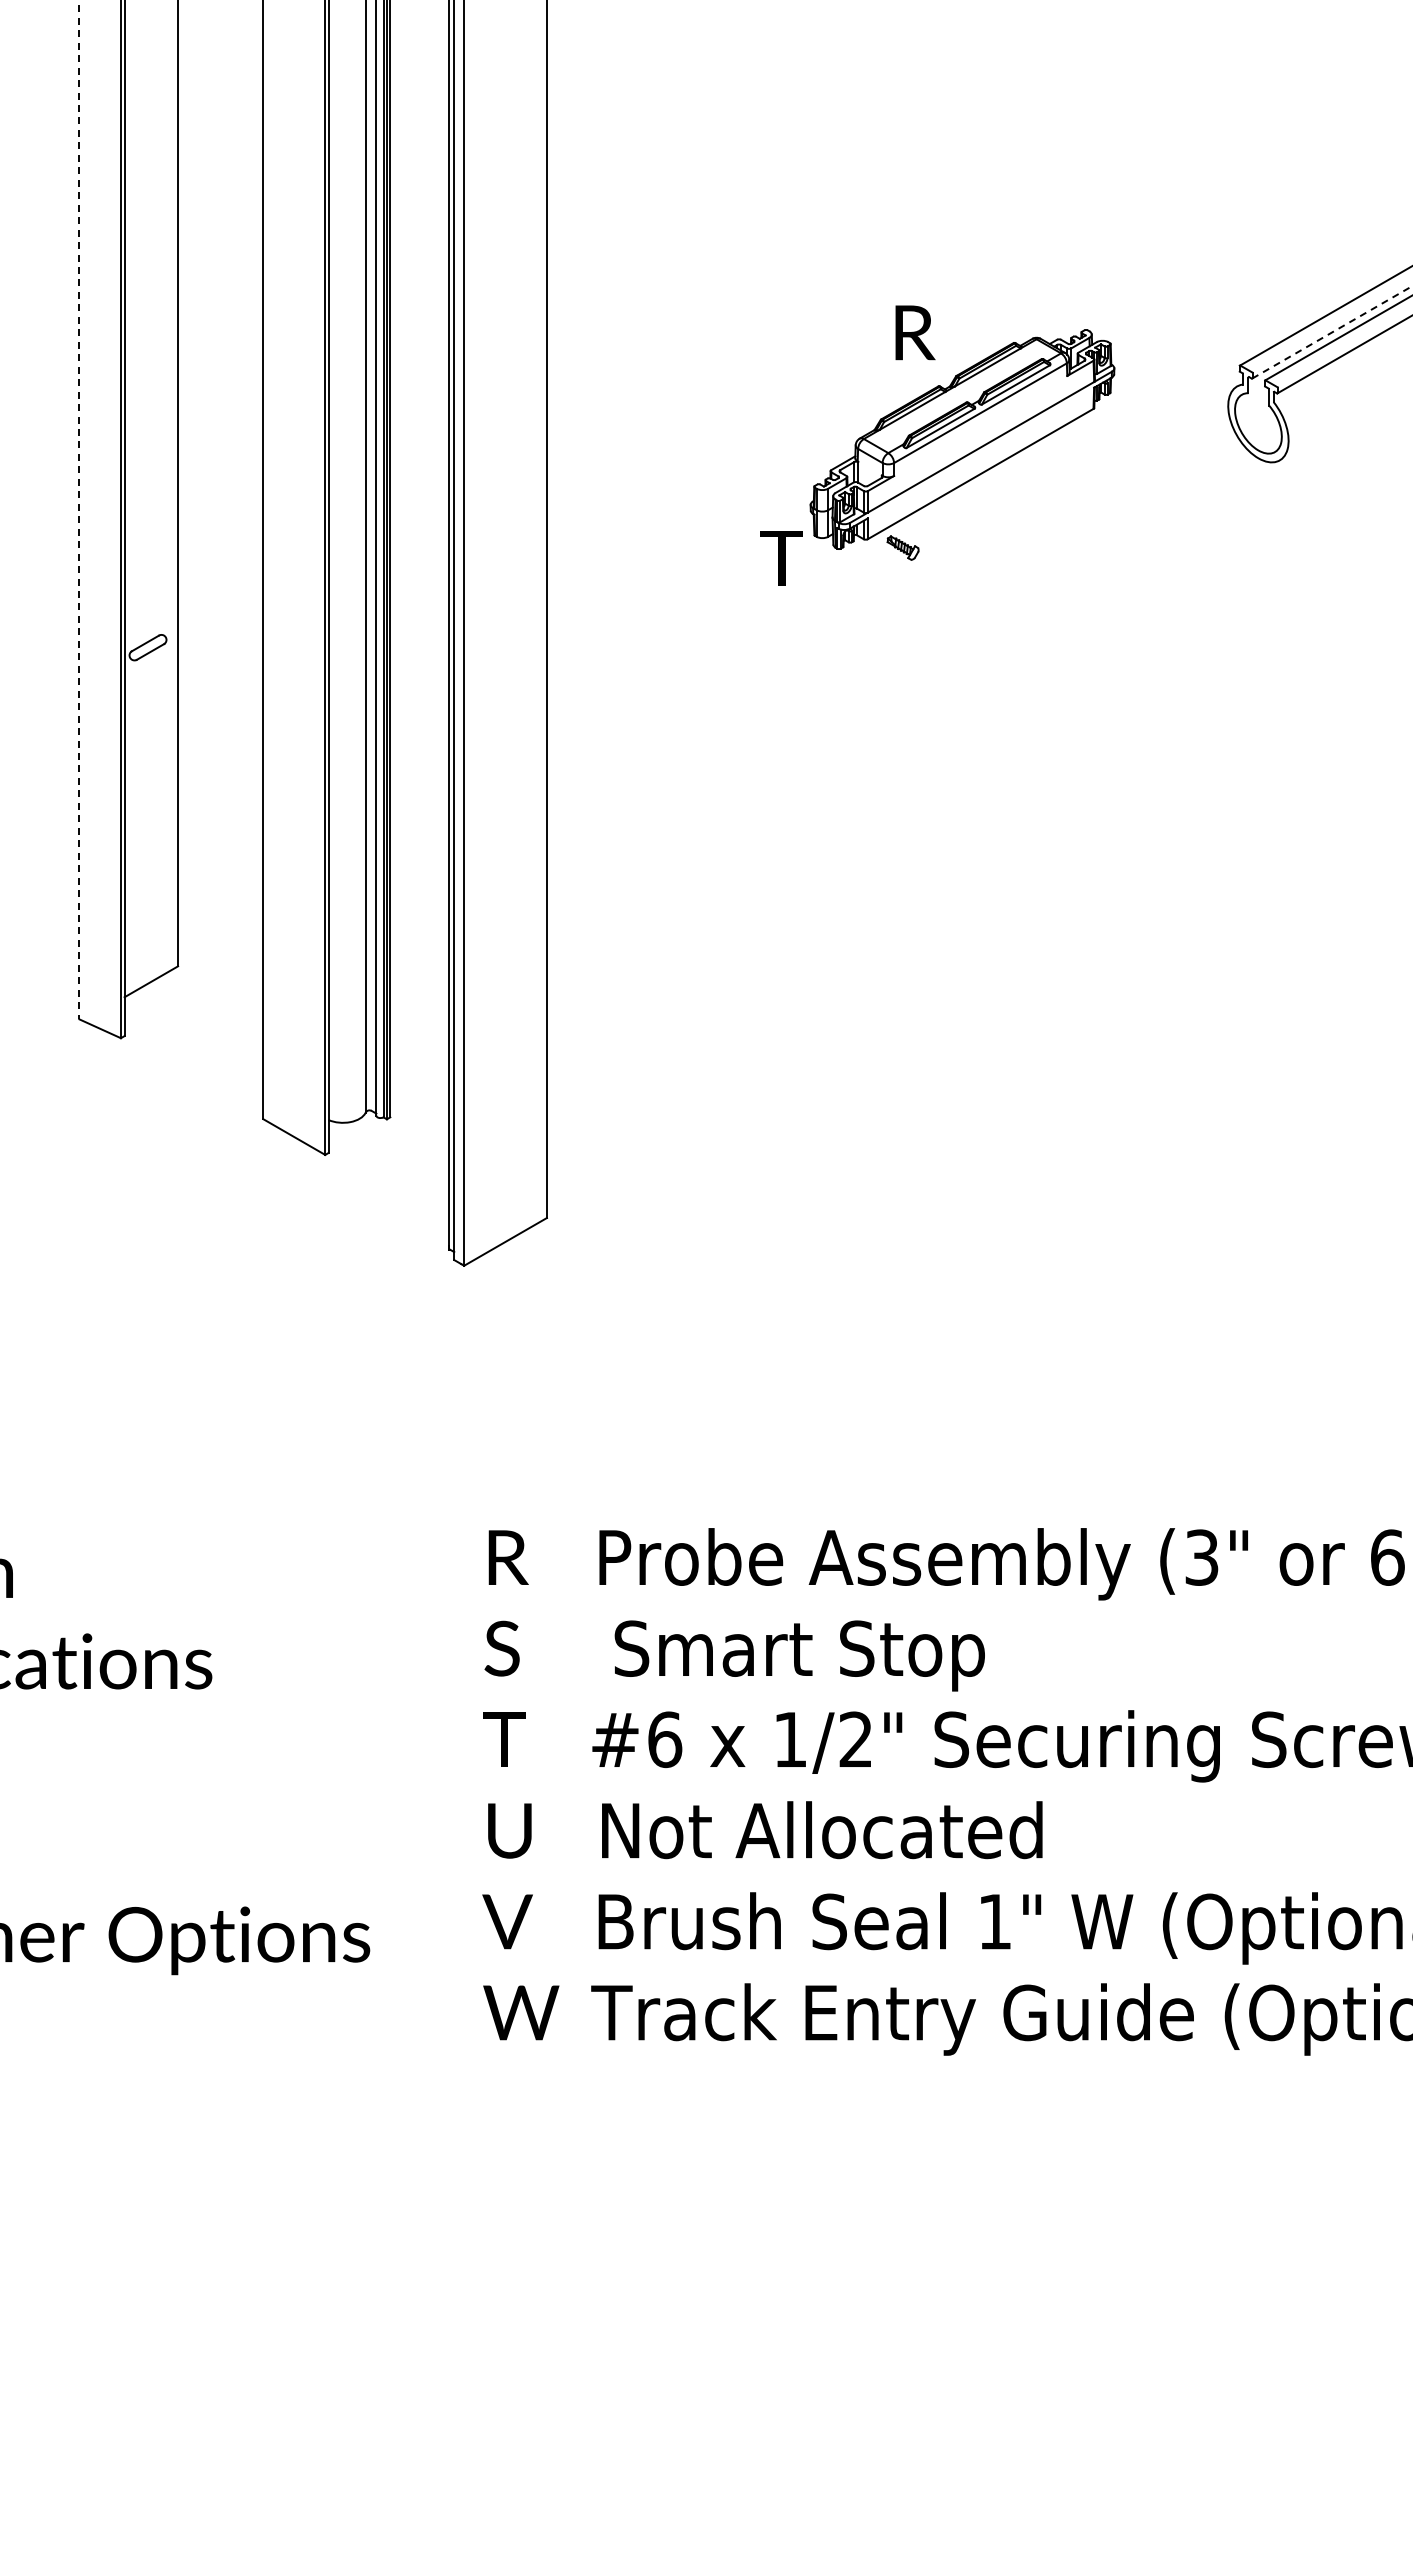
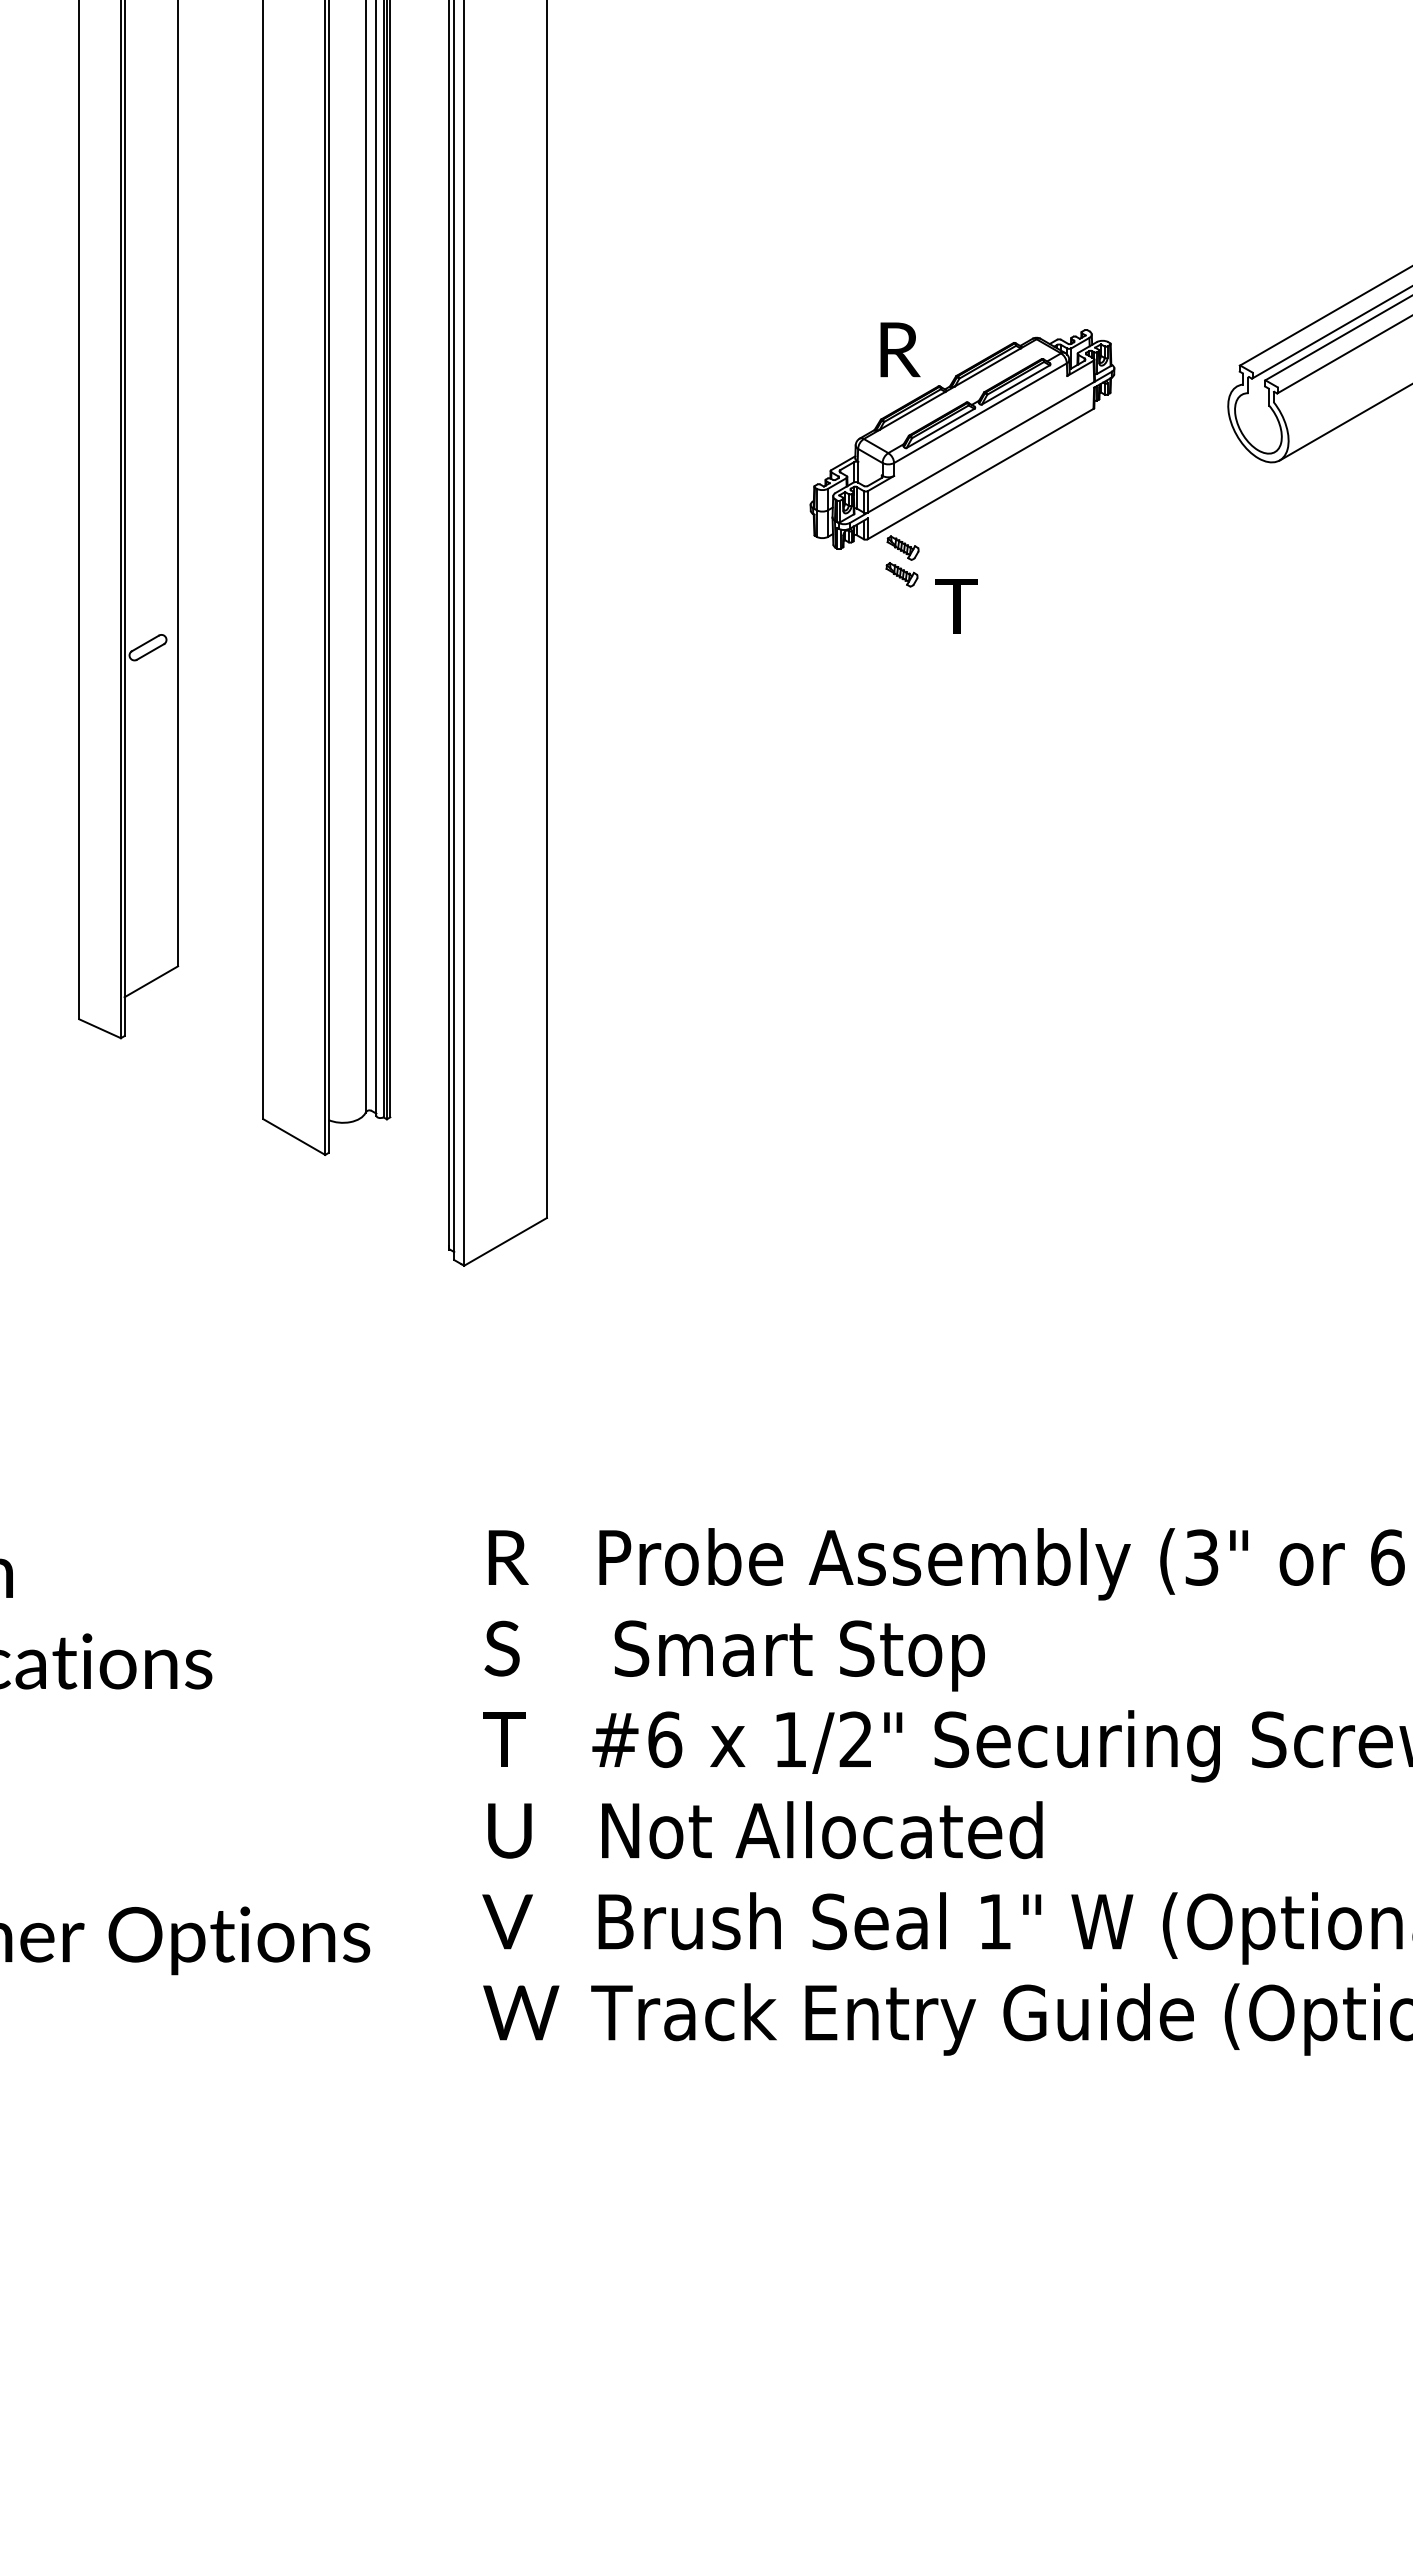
text at (915, 332) position: (915, 332) -> (900, 349)
line at (1332, 332): dashed -> solid
line at (1344, 422): none -> present
line at (79, 510): dashed -> solid
text at (781, 558) position: (781, 558) -> (956, 606)
part at (901, 574): none -> present
